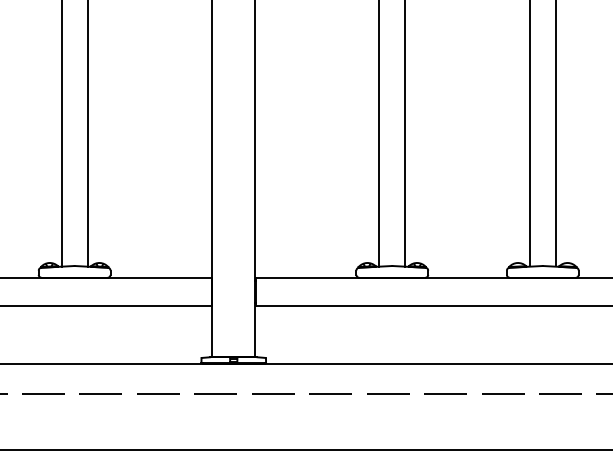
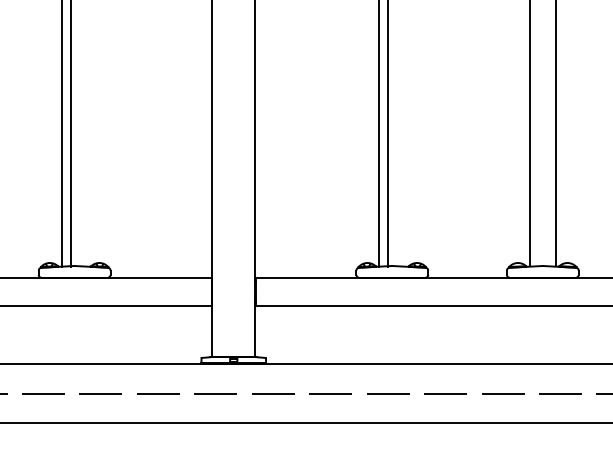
line at (87, 134) position: (87, 134) -> (70, 134)
line at (405, 134) position: (405, 134) -> (388, 134)
line at (305, 450) position: (305, 450) -> (305, 423)
